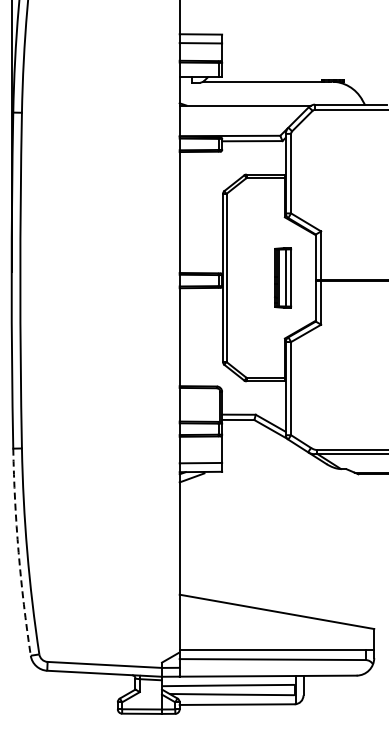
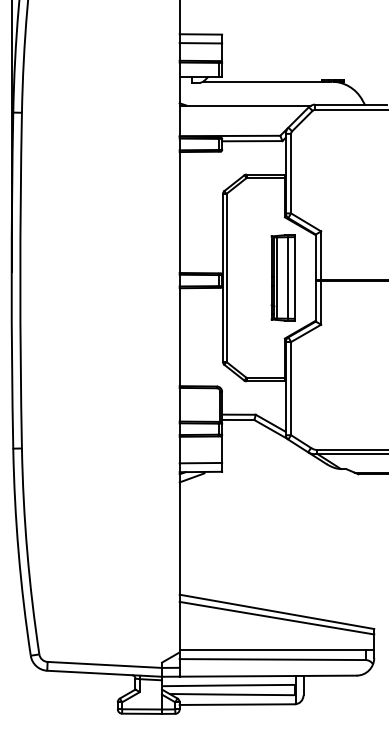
part at (283, 277) size: 19x62 px -> 26x88 px
arc at (18, 552): dashed -> solid
line at (276, 617): none -> present
